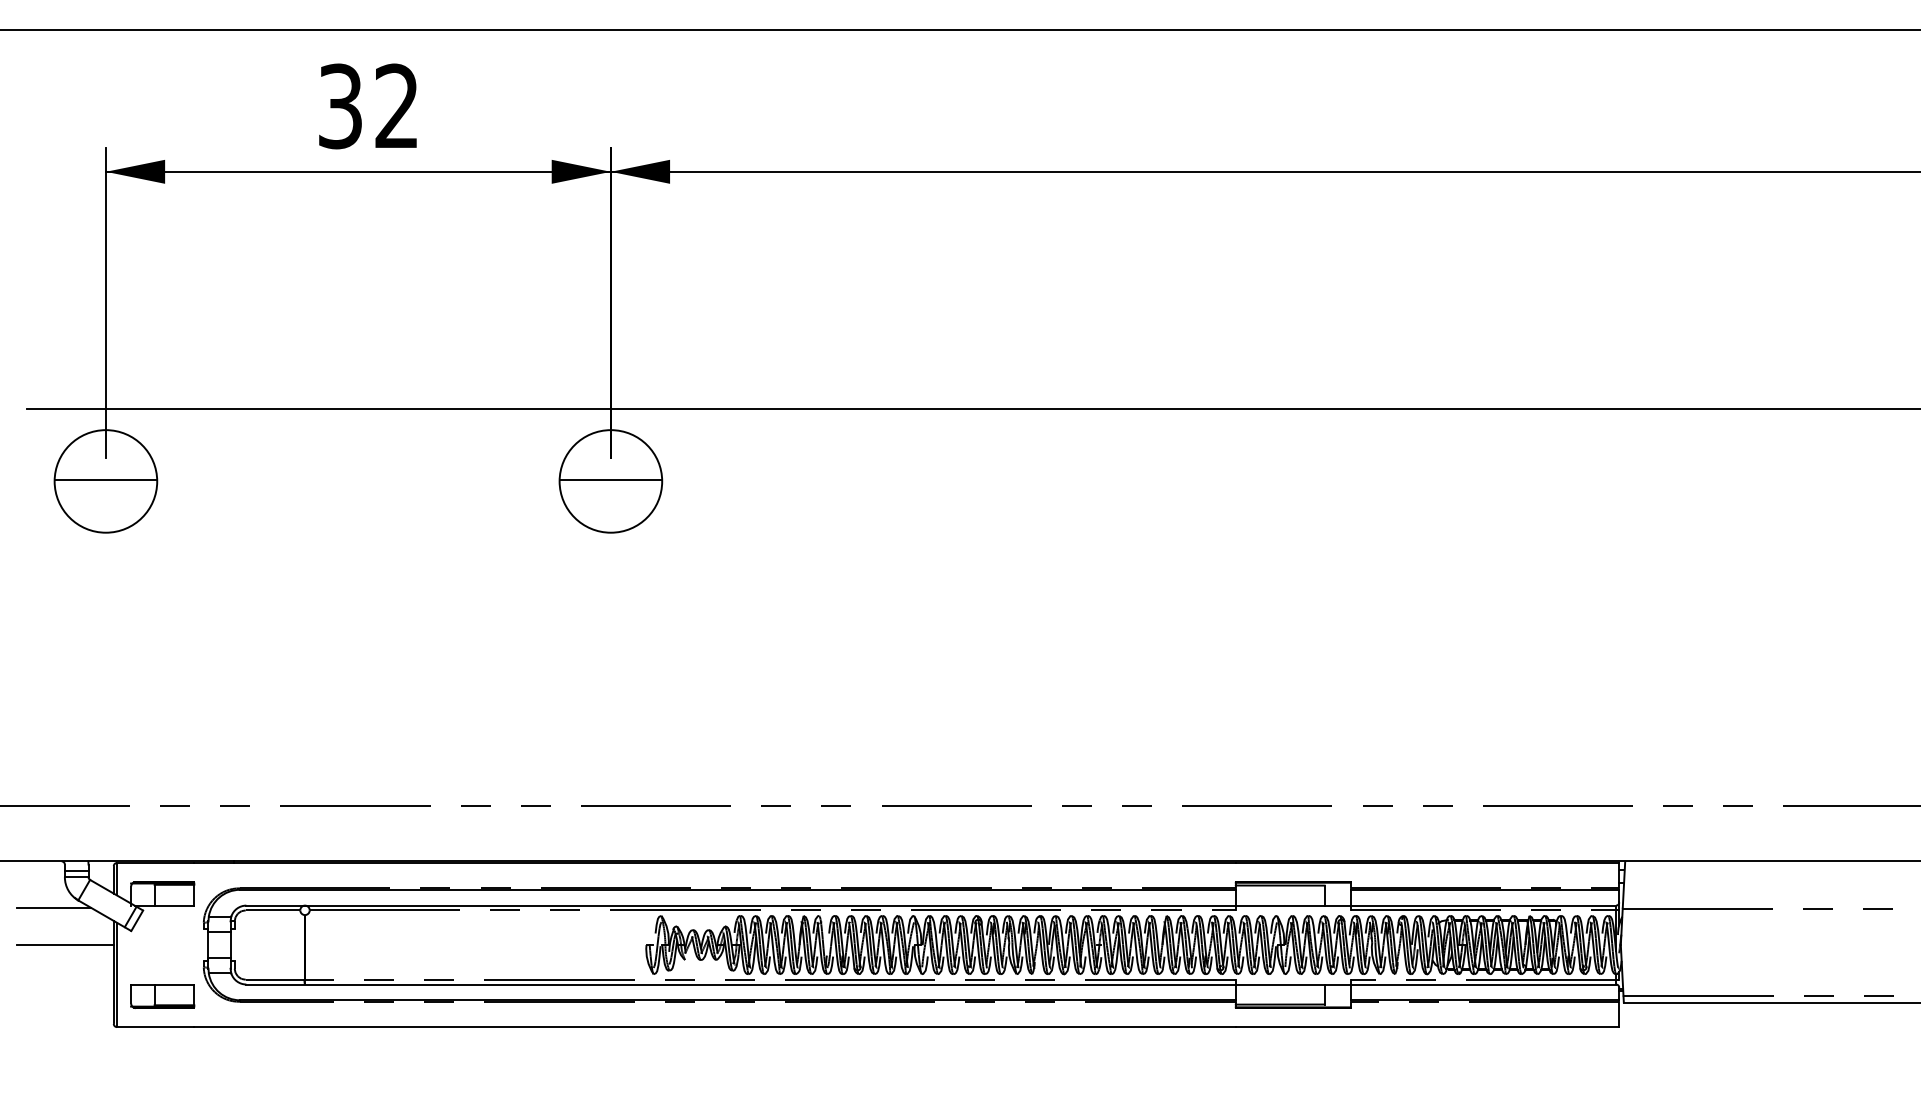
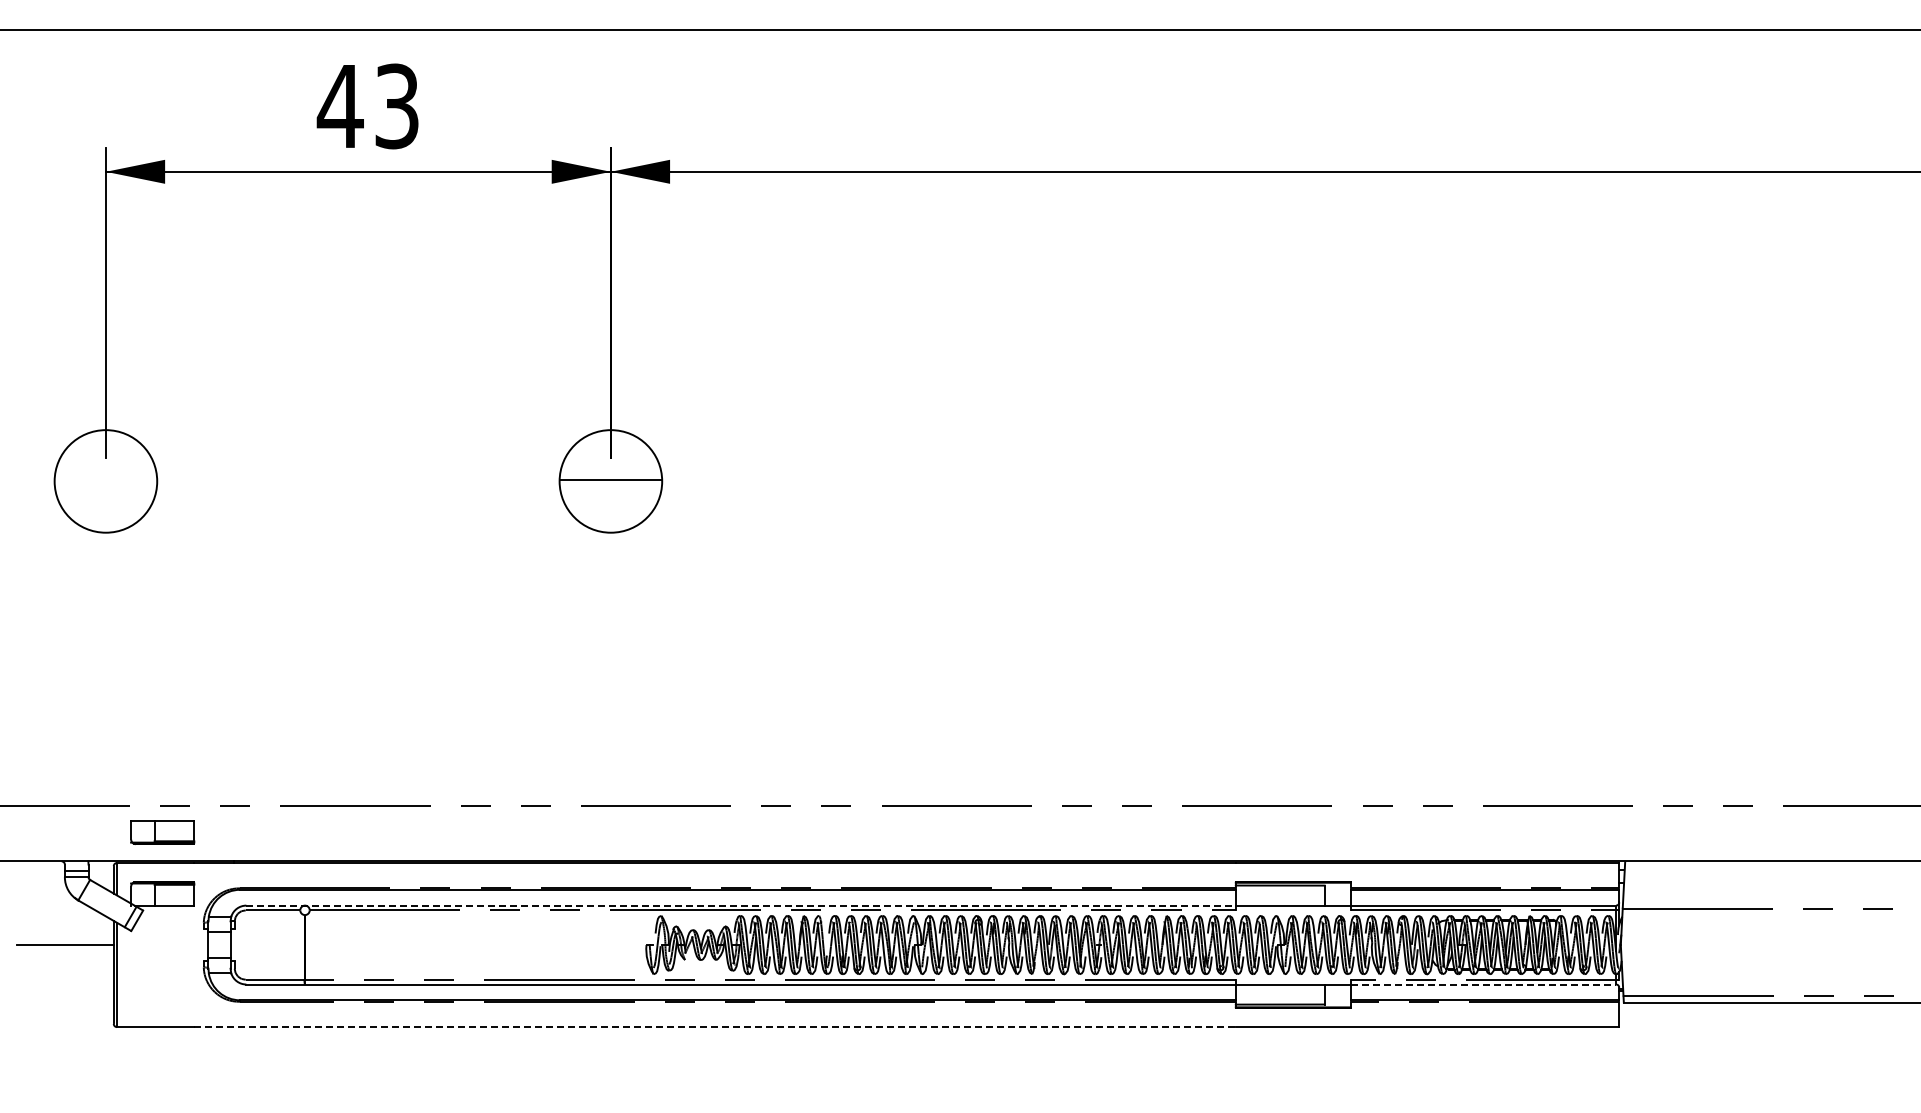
text at (367, 106): 32 -> 43
line at (972, 408): present -> none
line at (105, 479): present -> none
line at (741, 905): solid -> dashed
line at (54, 908): present -> none
line at (1483, 984): solid -> dashed
part at (162, 996) position: (162, 996) -> (162, 832)
line at (715, 1027): solid -> dashed
